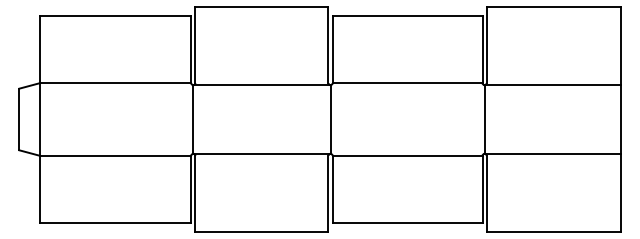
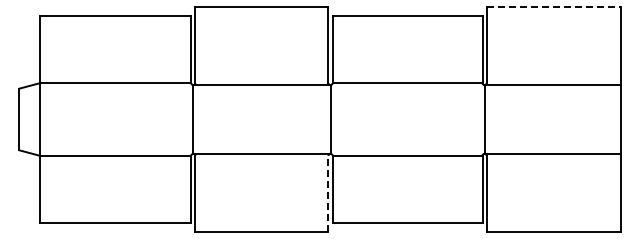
line at (554, 7): solid -> dashed
line at (328, 193): solid -> dashed
